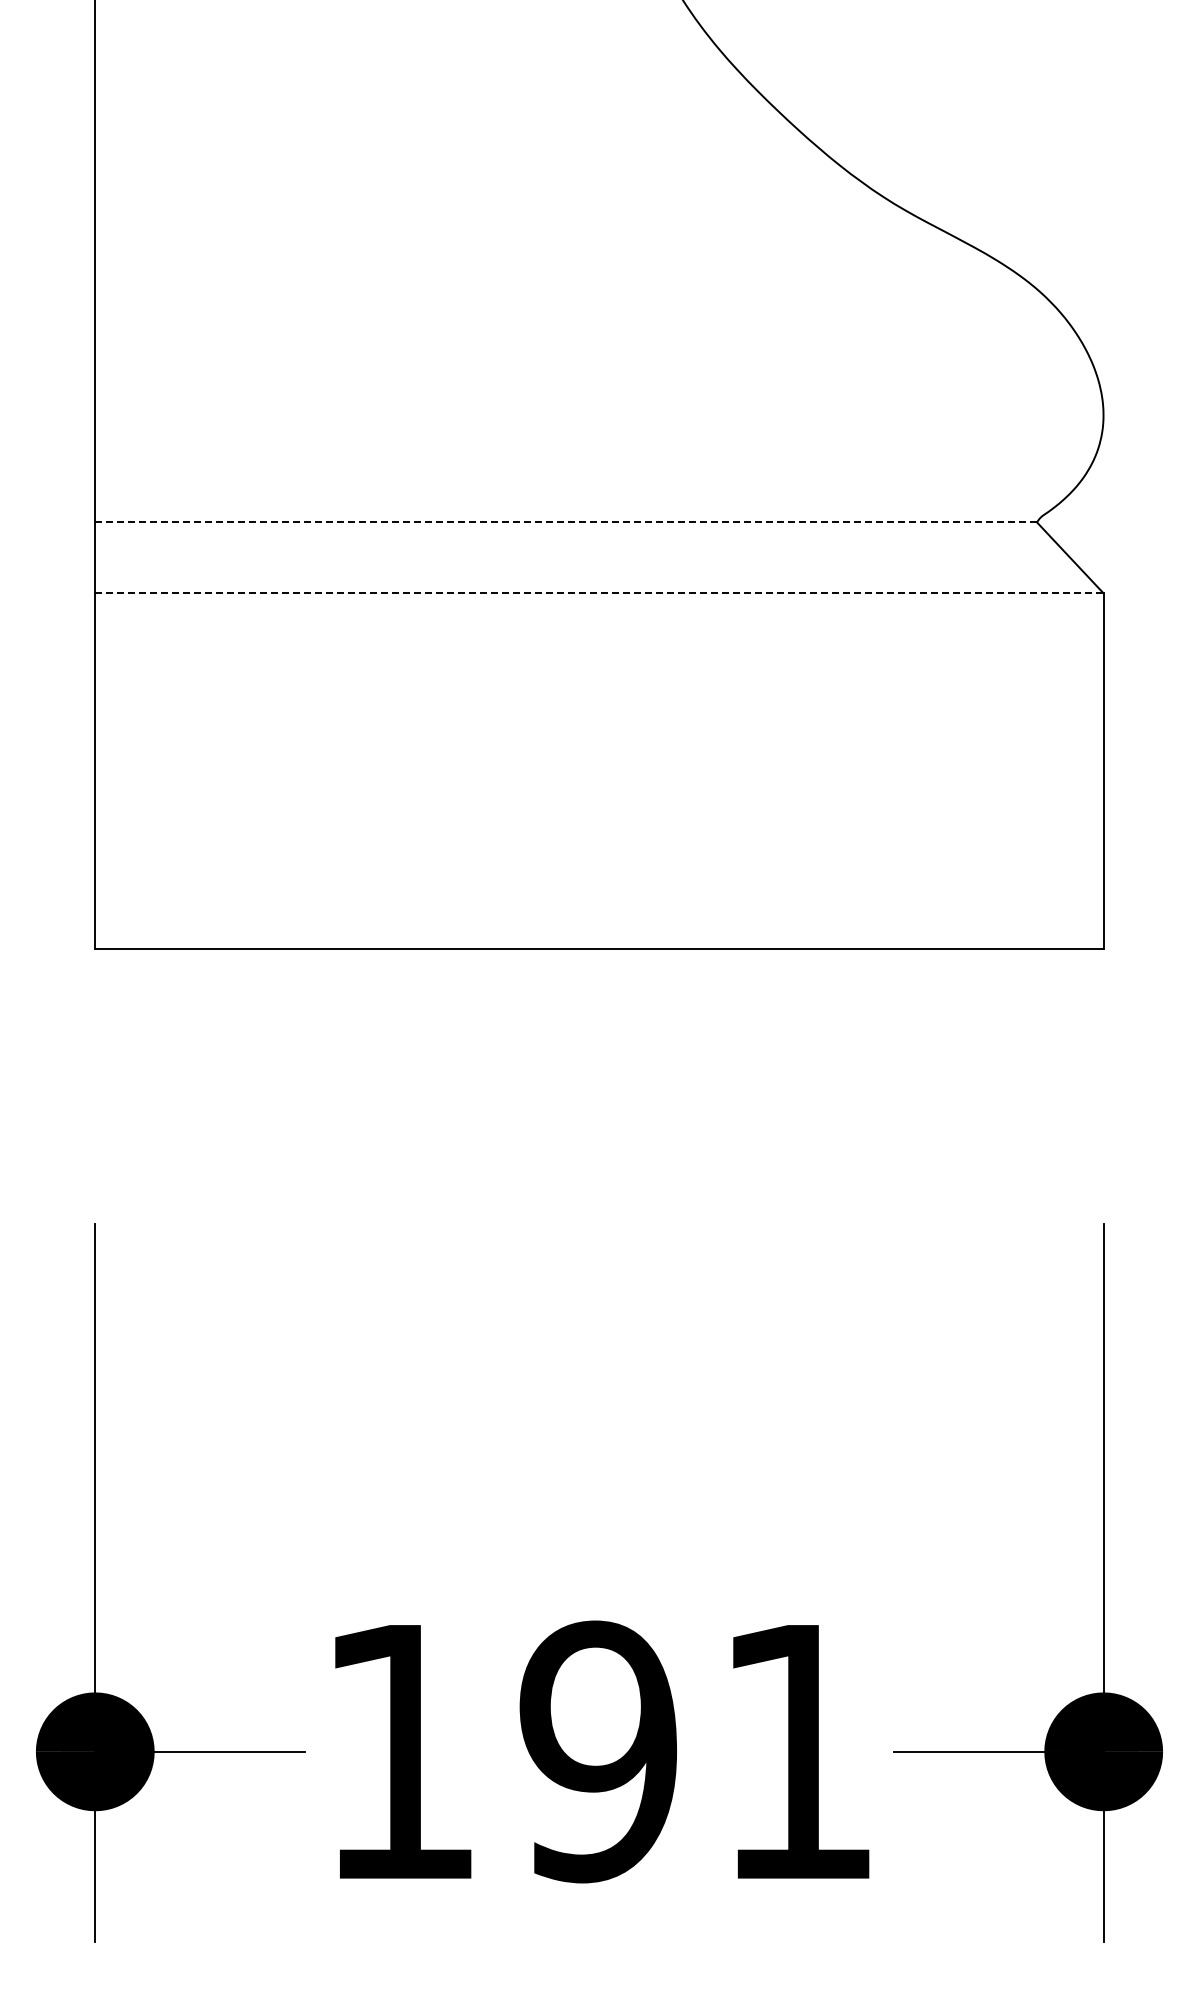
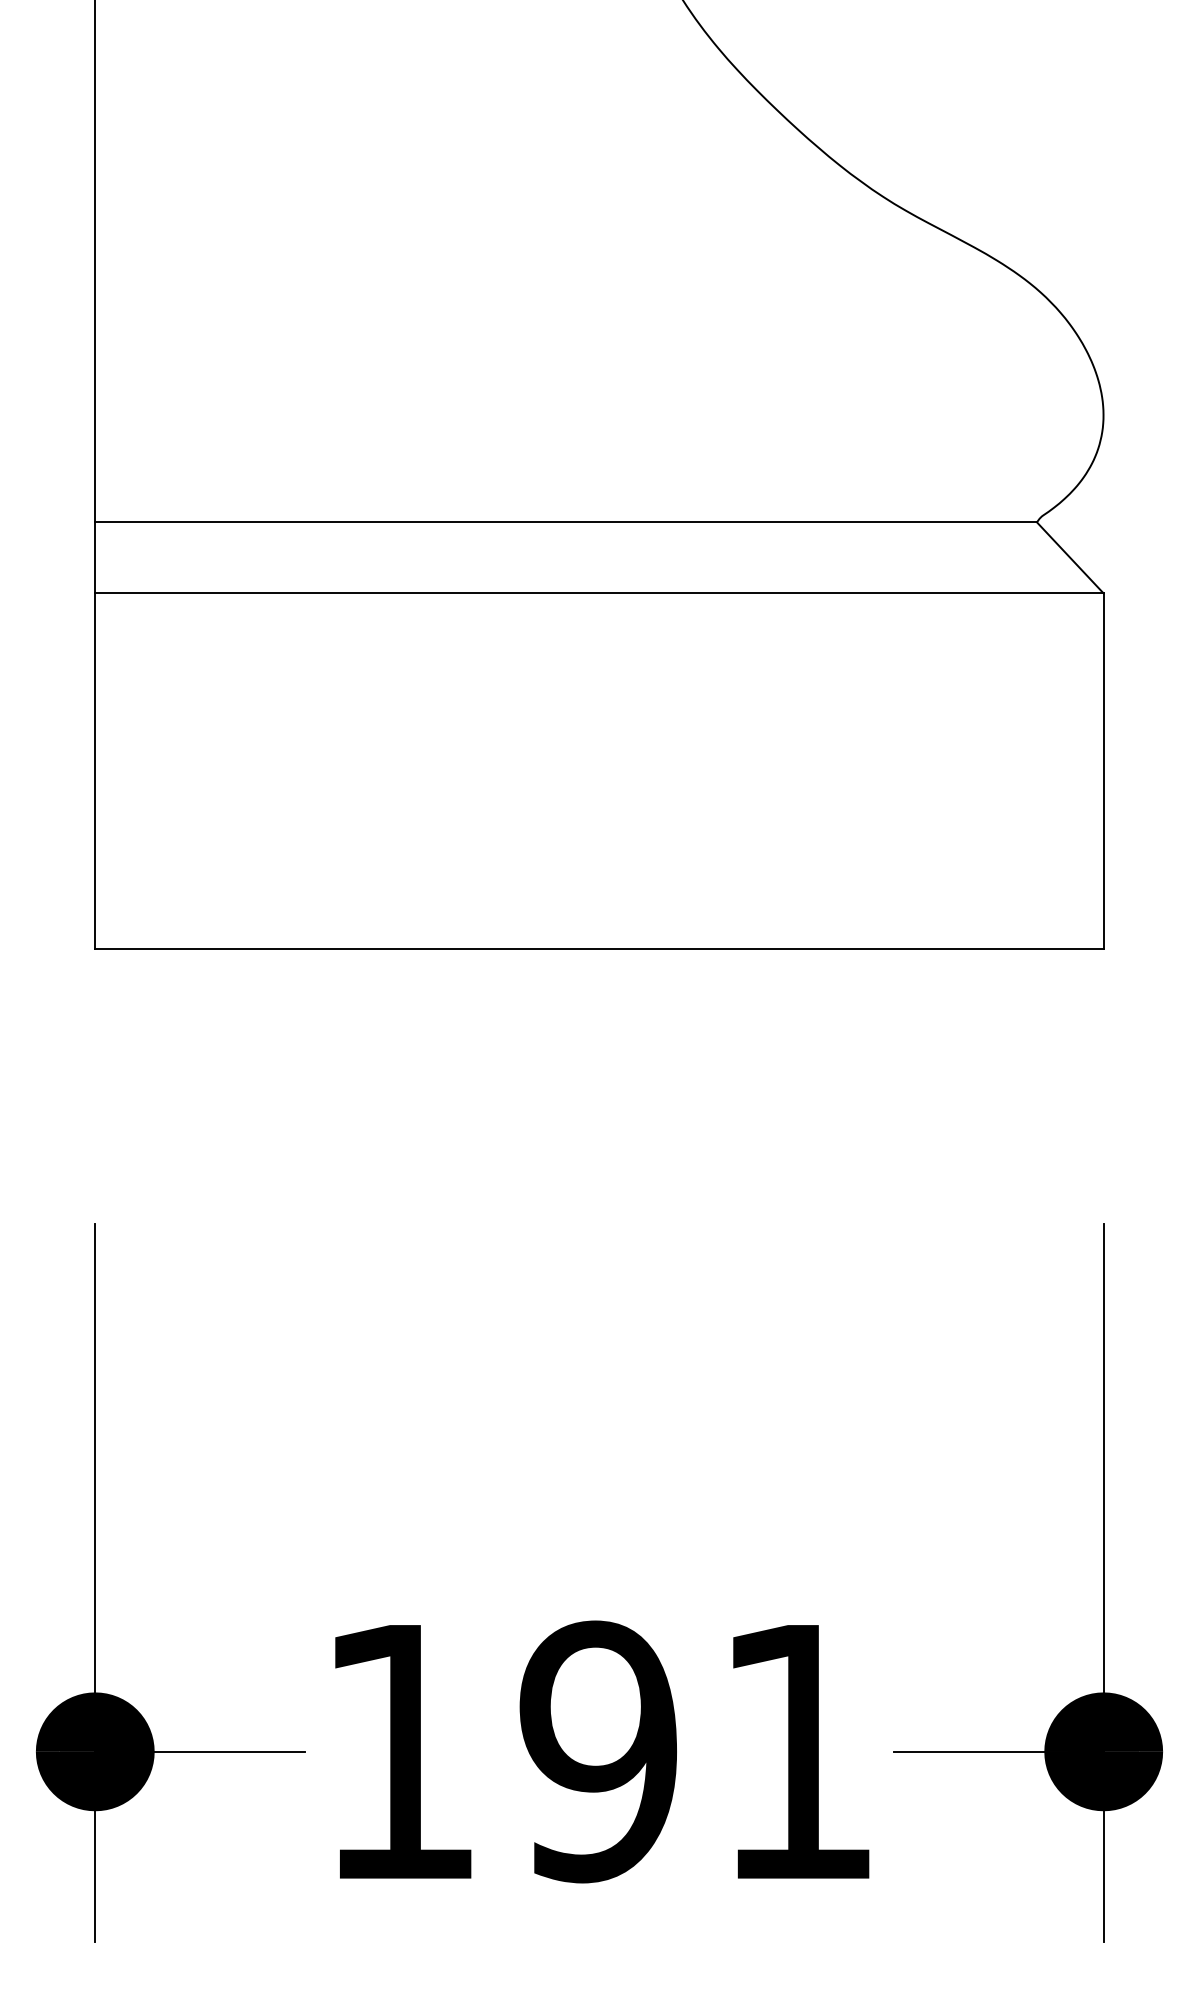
line at (566, 522): dashed -> solid
line at (599, 593): dashed -> solid
